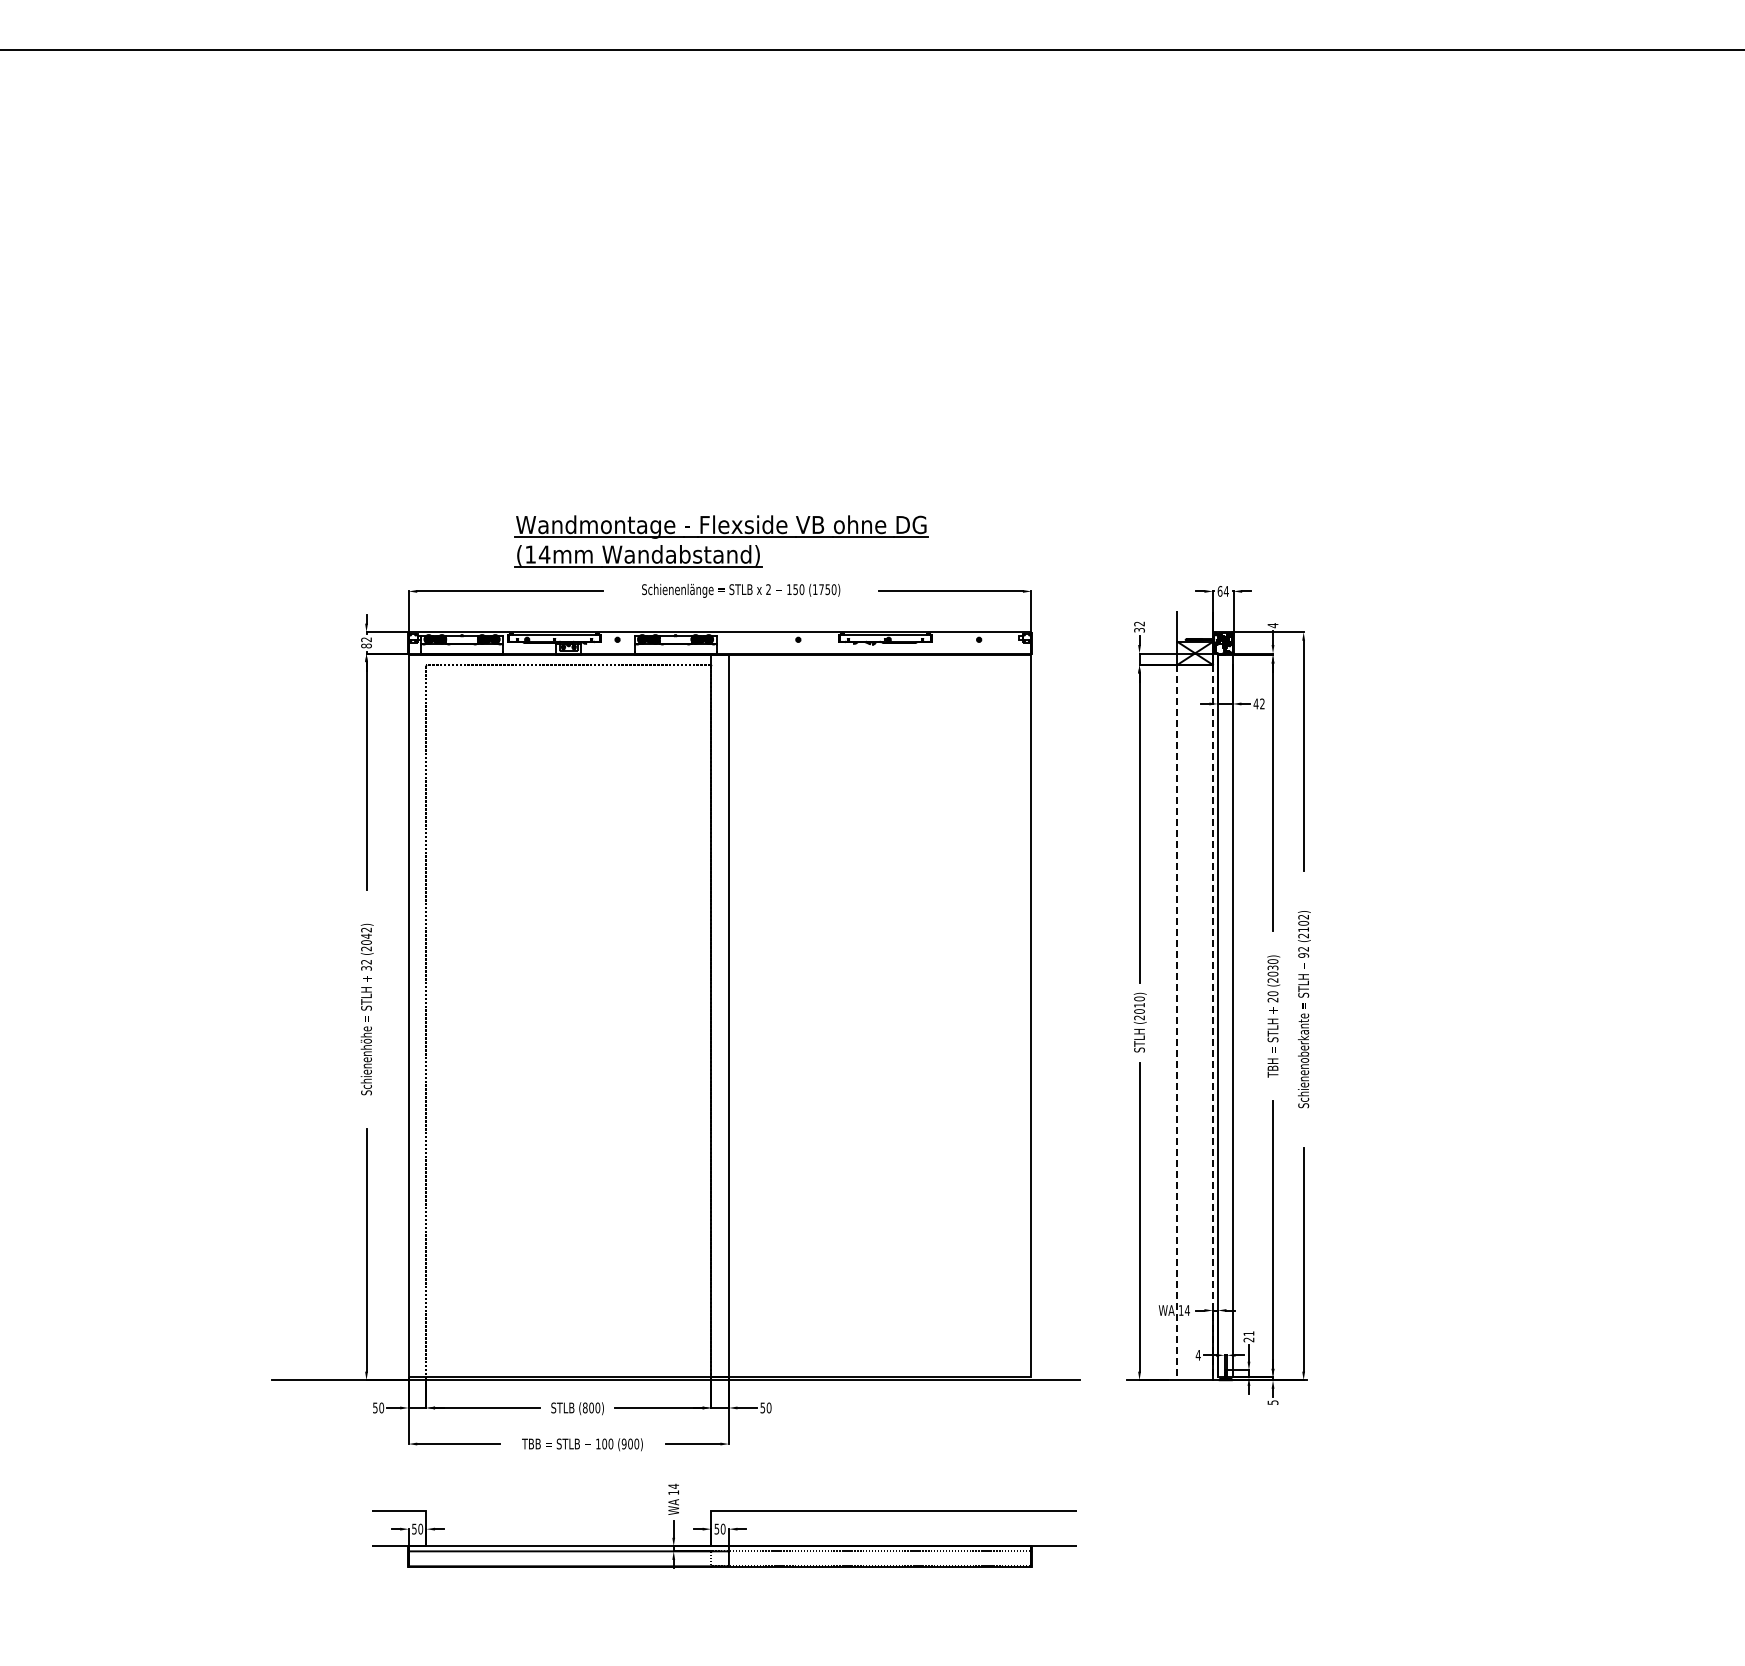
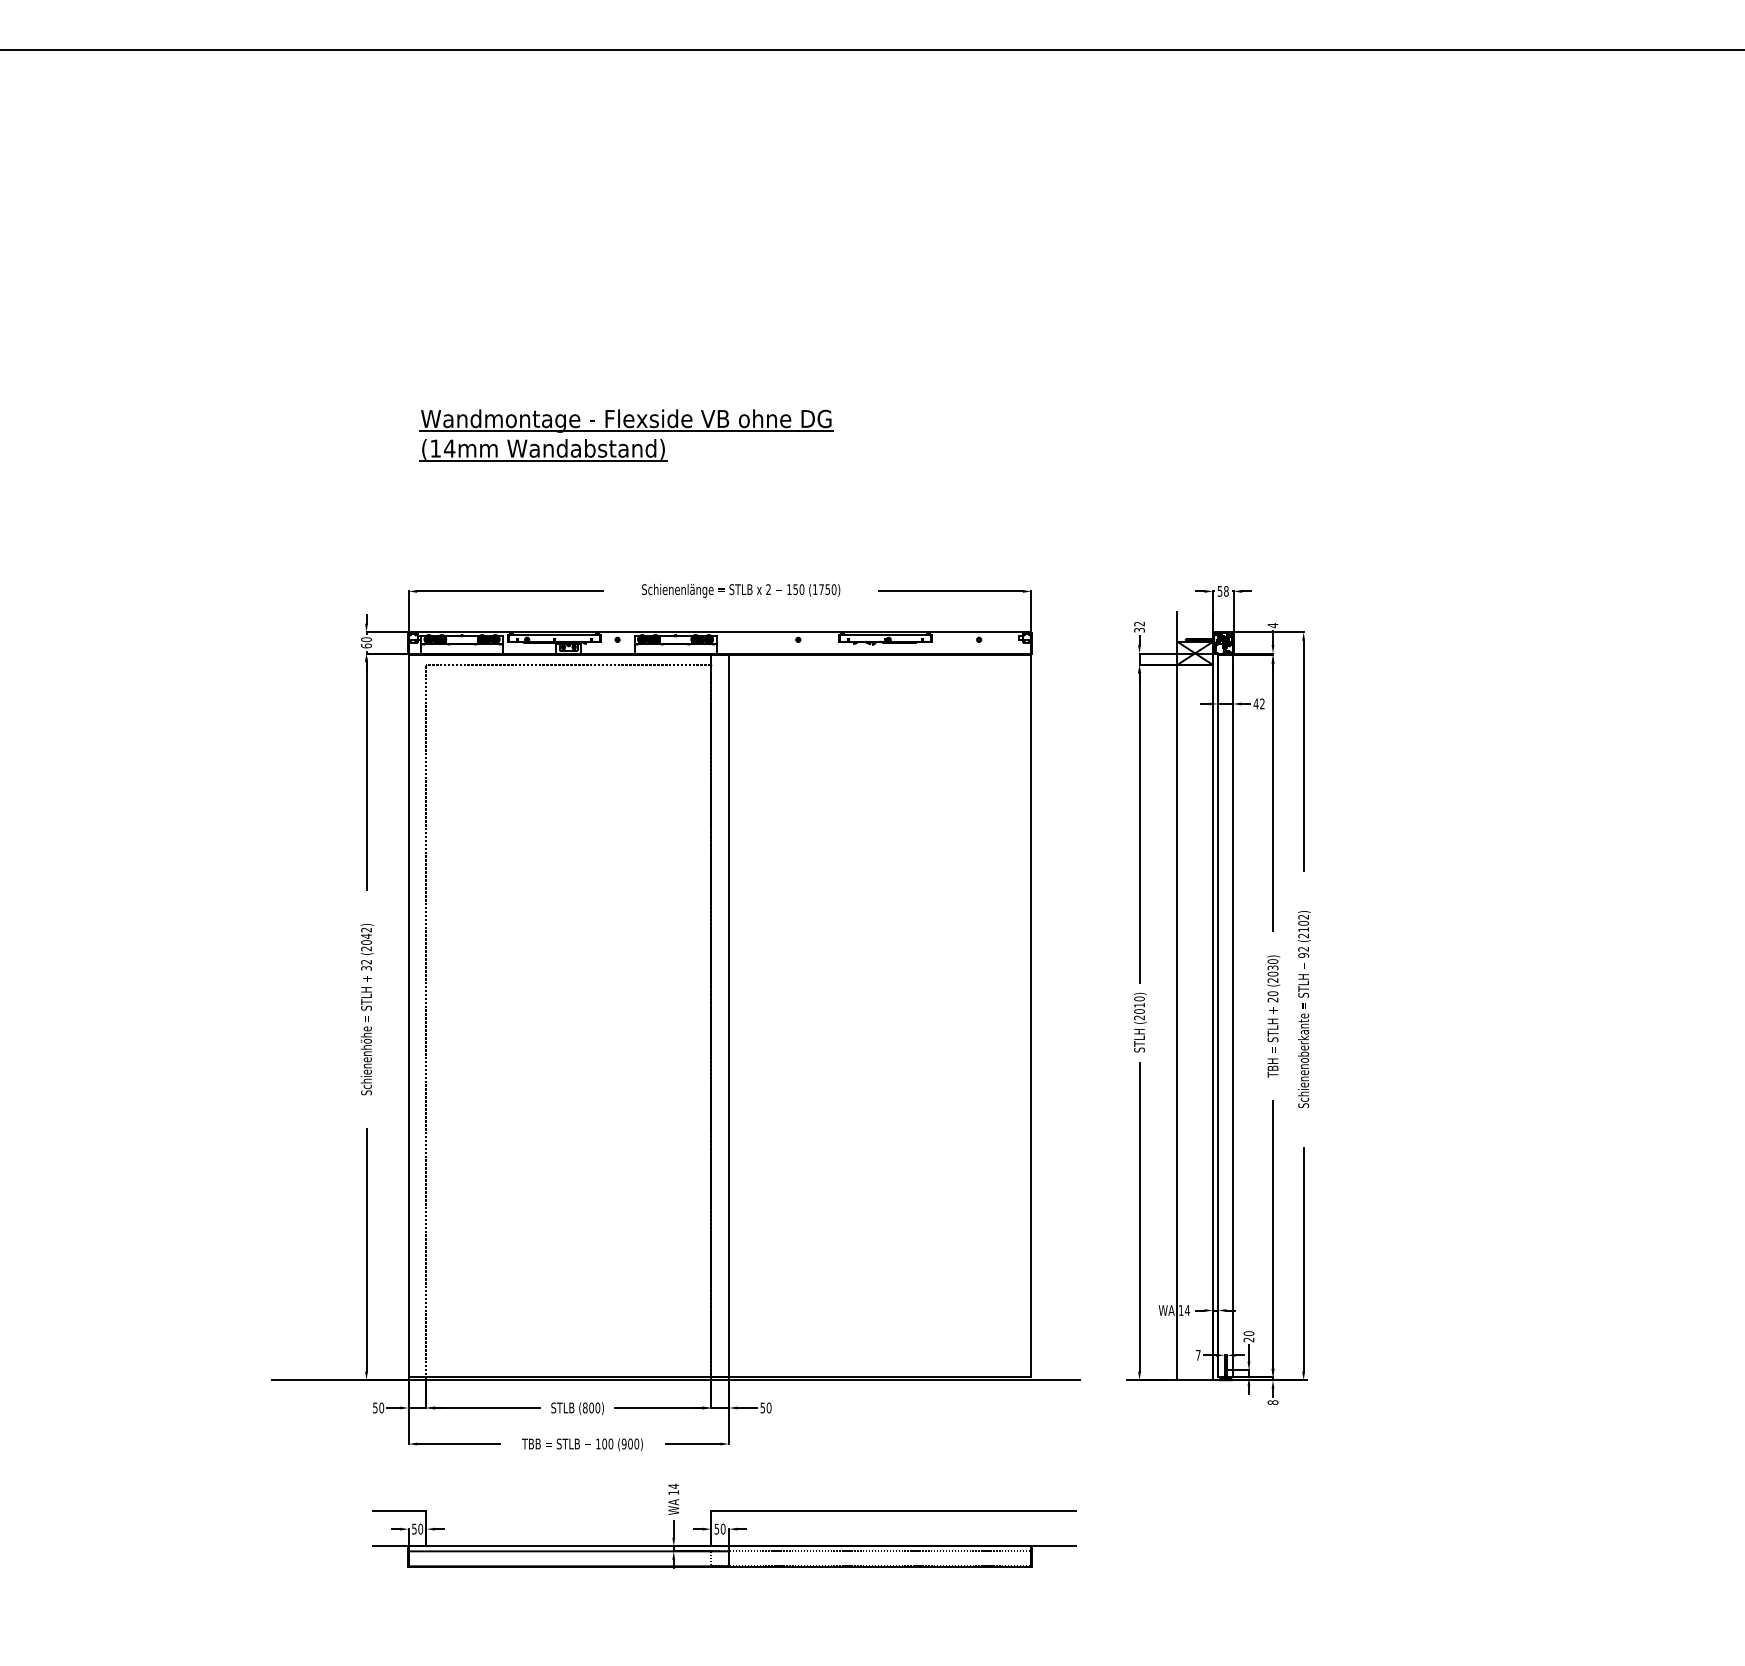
part at (721, 541) position: (721, 541) -> (626, 435)
text at (1222, 591): 64 -> 58
text at (366, 642): 82 -> 60
line at (1177, 1022): dashed -> solid
line at (1212, 1022): dashed -> solid
text at (1248, 1333): 21 -> 20
text at (1197, 1355): 4 -> 7
text at (1272, 1402): 5 -> 8
